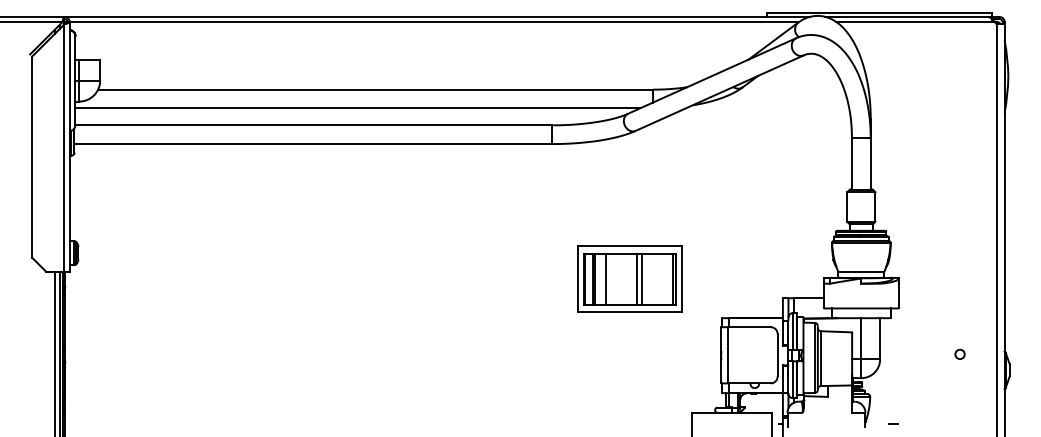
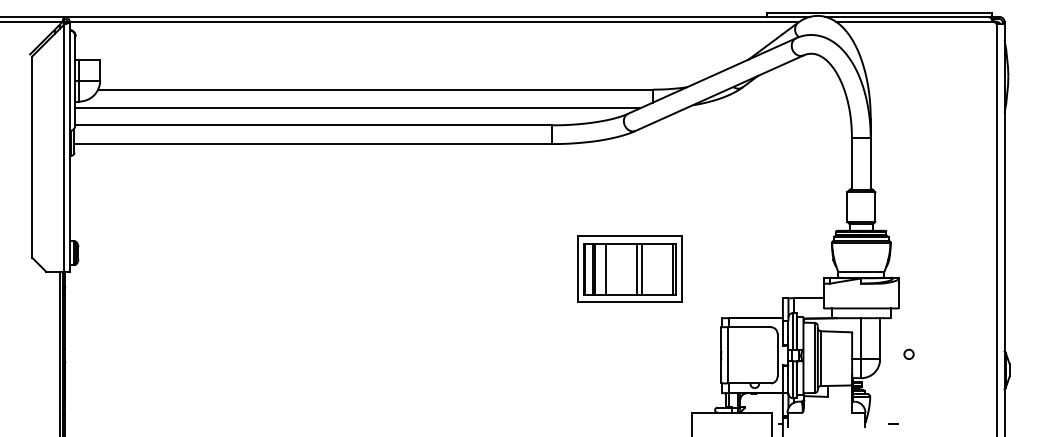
part at (629, 278) position: (629, 278) -> (629, 268)
line at (54, 352): present -> none
circle at (959, 353) position: (959, 353) -> (908, 353)
